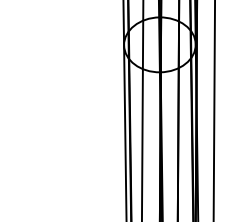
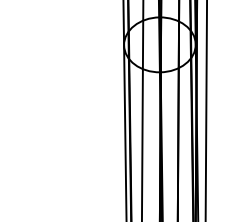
line at (214, 110) position: (214, 110) -> (206, 110)
